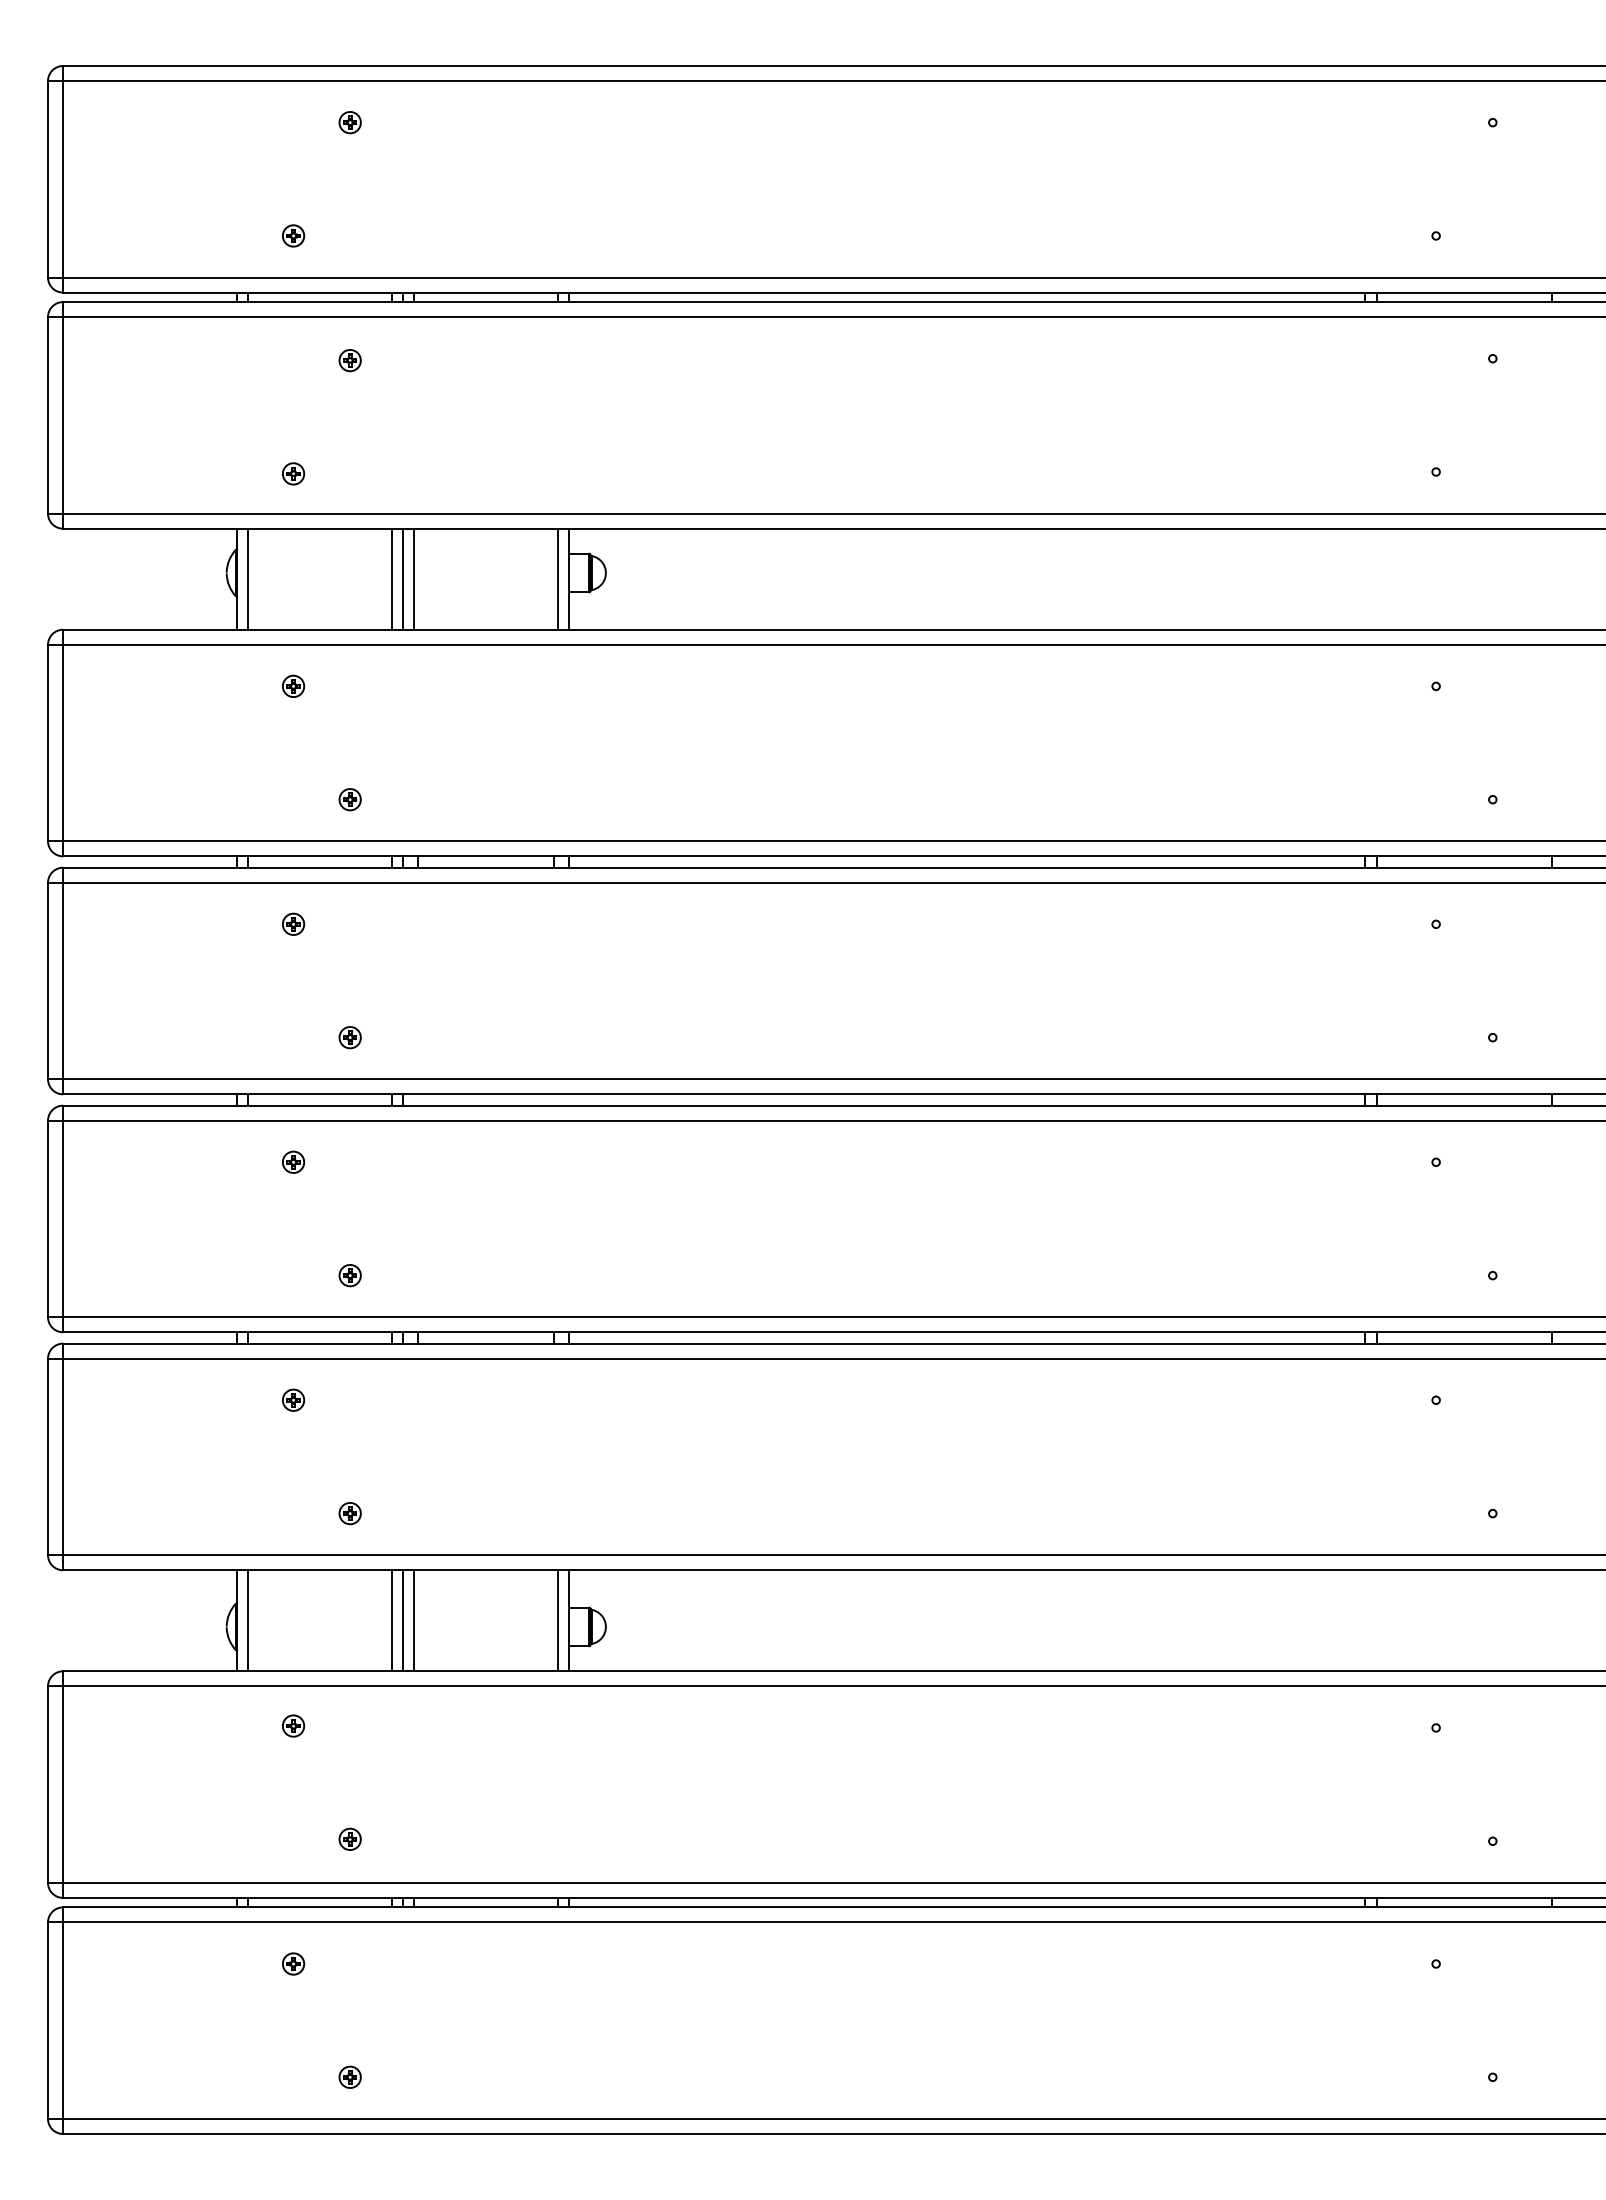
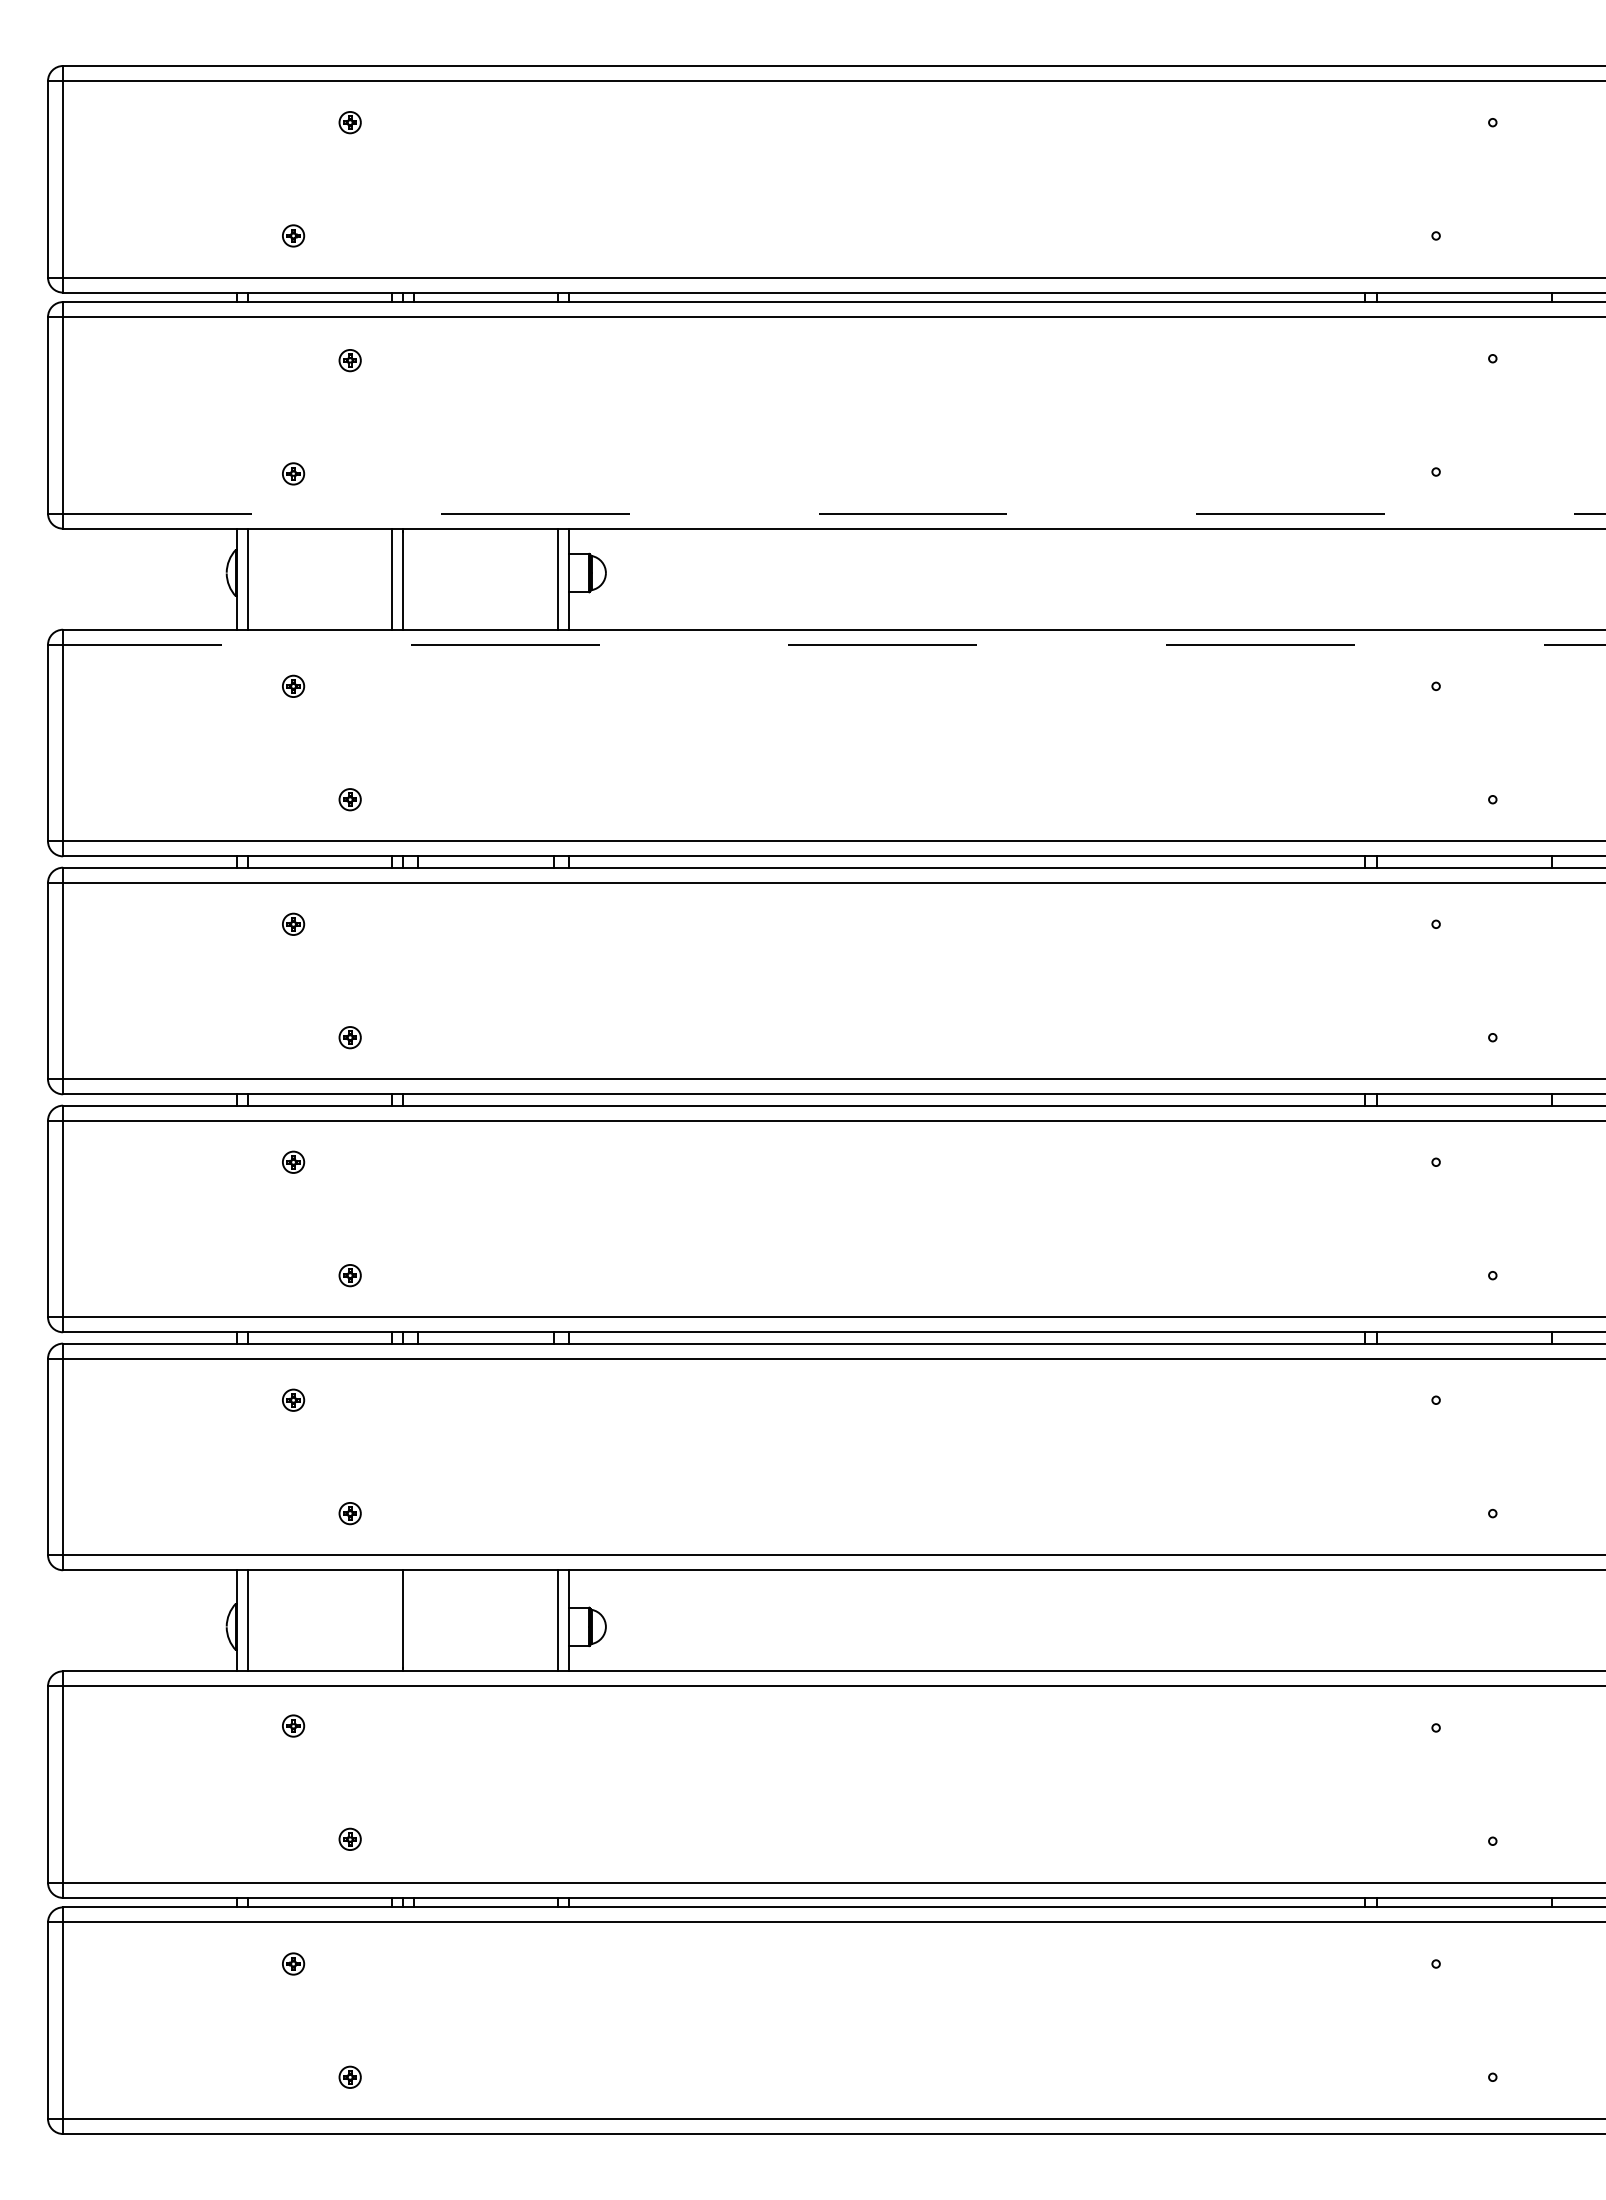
line at (835, 513): solid -> dashed
line at (414, 578): present -> none
line at (834, 644): solid -> dashed
line at (391, 1620): present -> none
line at (414, 1620): present -> none
